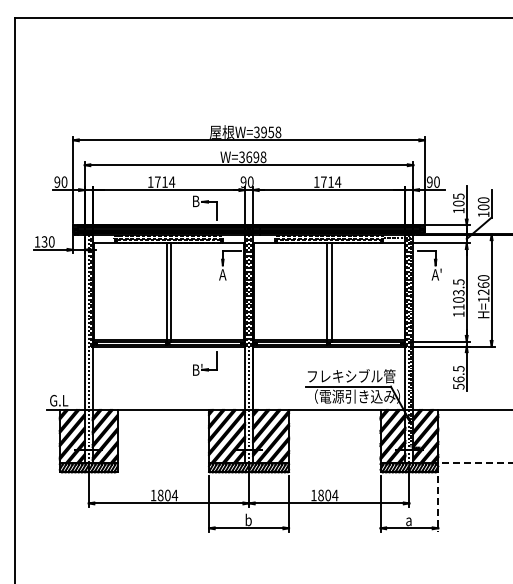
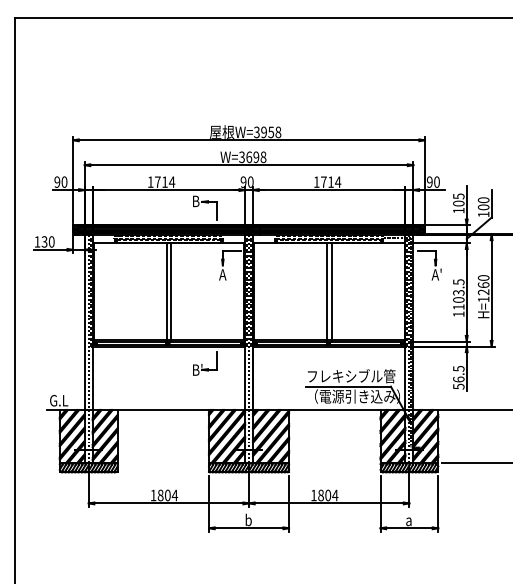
line at (477, 463): dashed -> solid
line at (438, 503): dashed -> solid
